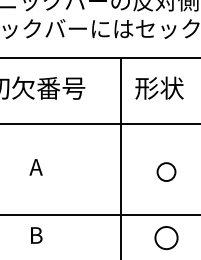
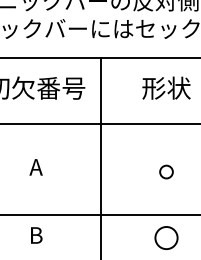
text at (159, 87) position: (159, 87) -> (166, 87)
line at (121, 157) position: (121, 157) -> (101, 157)
circle at (166, 171) size: 21x20 px -> 15x16 px
